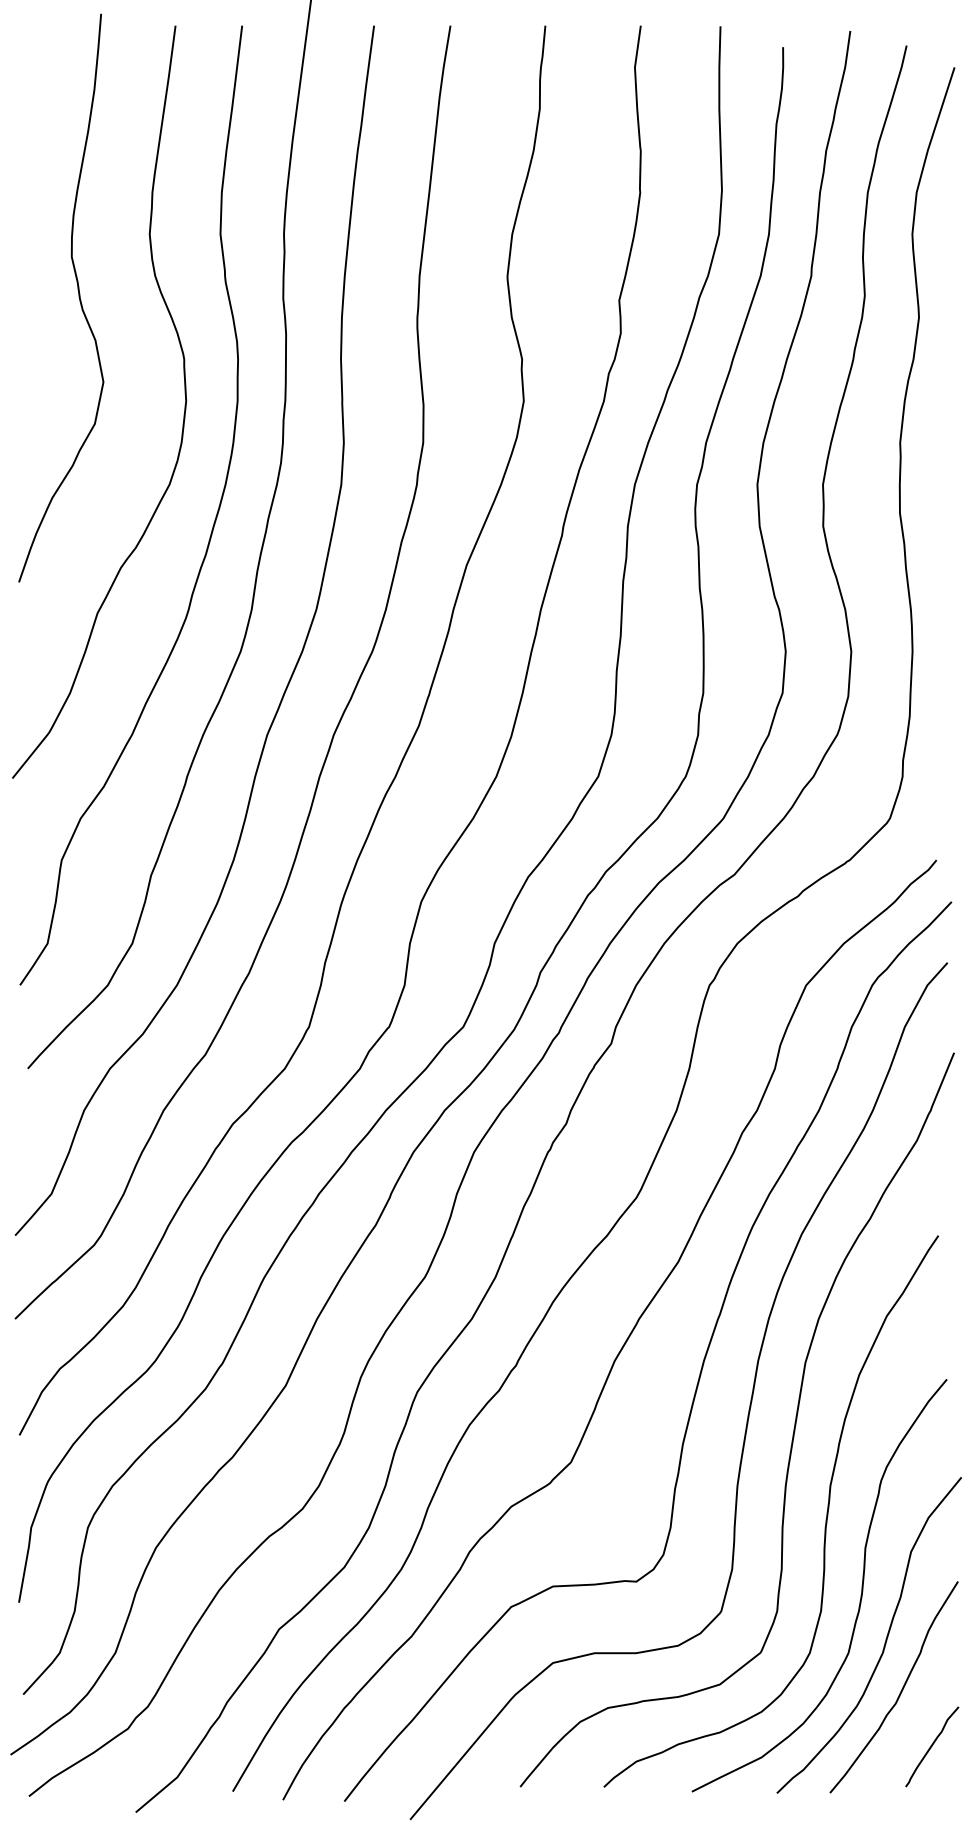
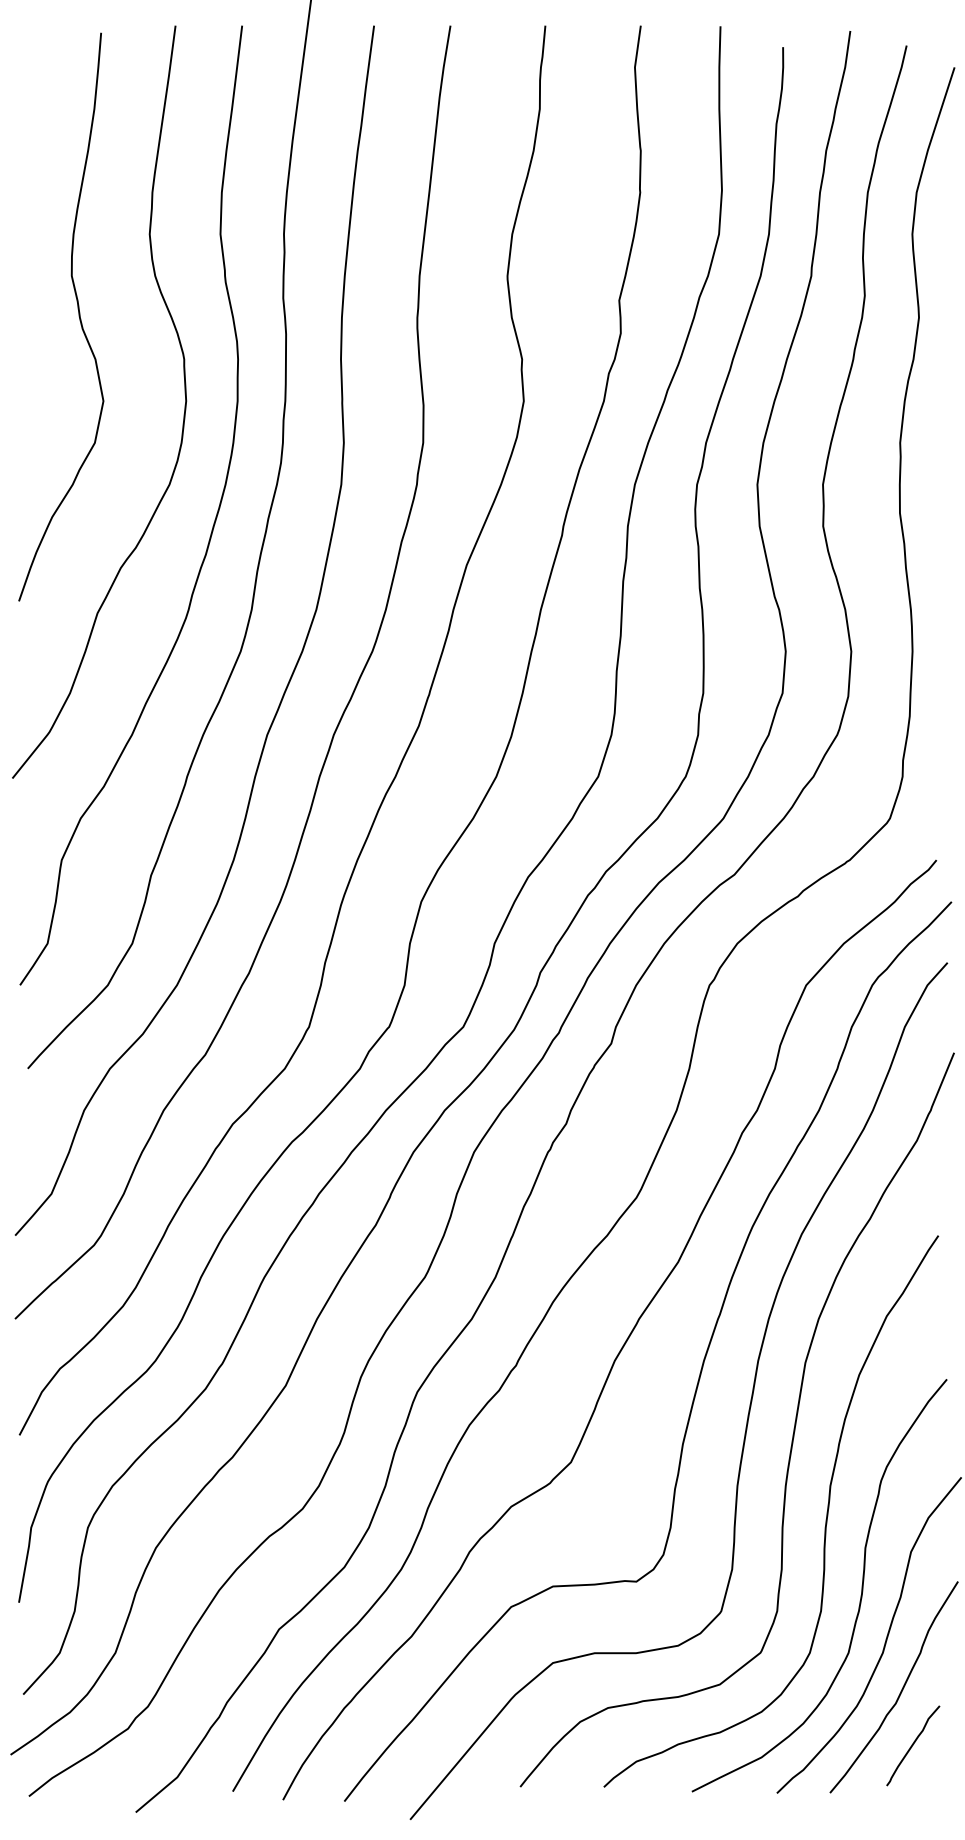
curve at (78, 297) position: (78, 297) -> (78, 316)
curve at (932, 1746) position: (932, 1746) -> (913, 1745)
